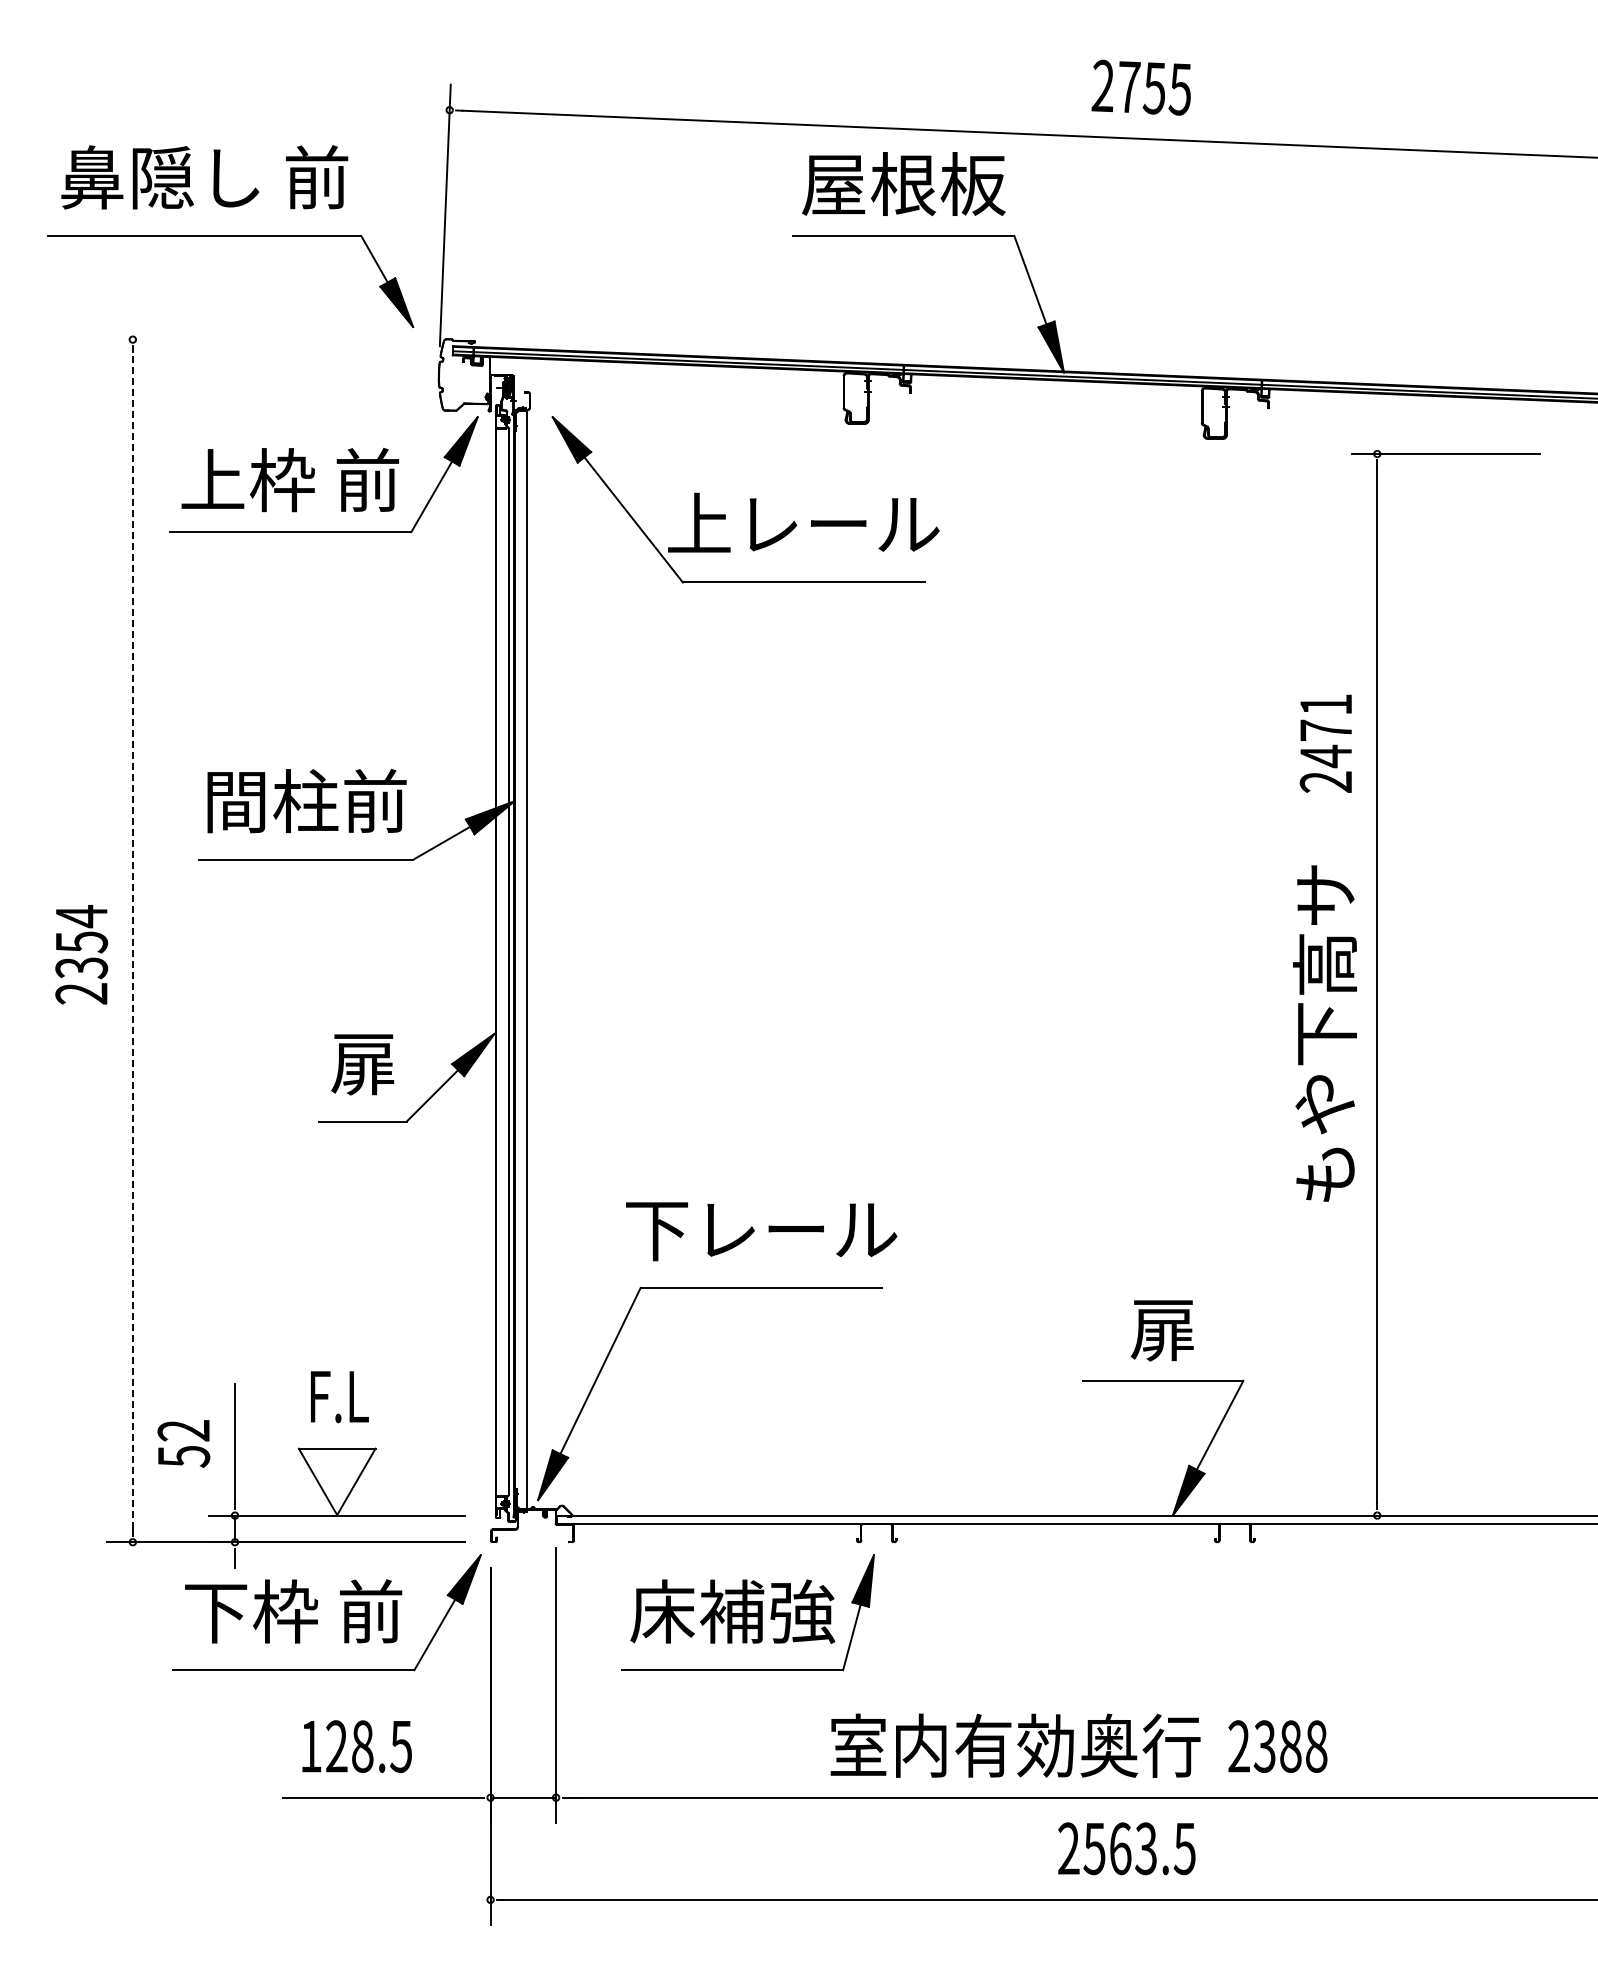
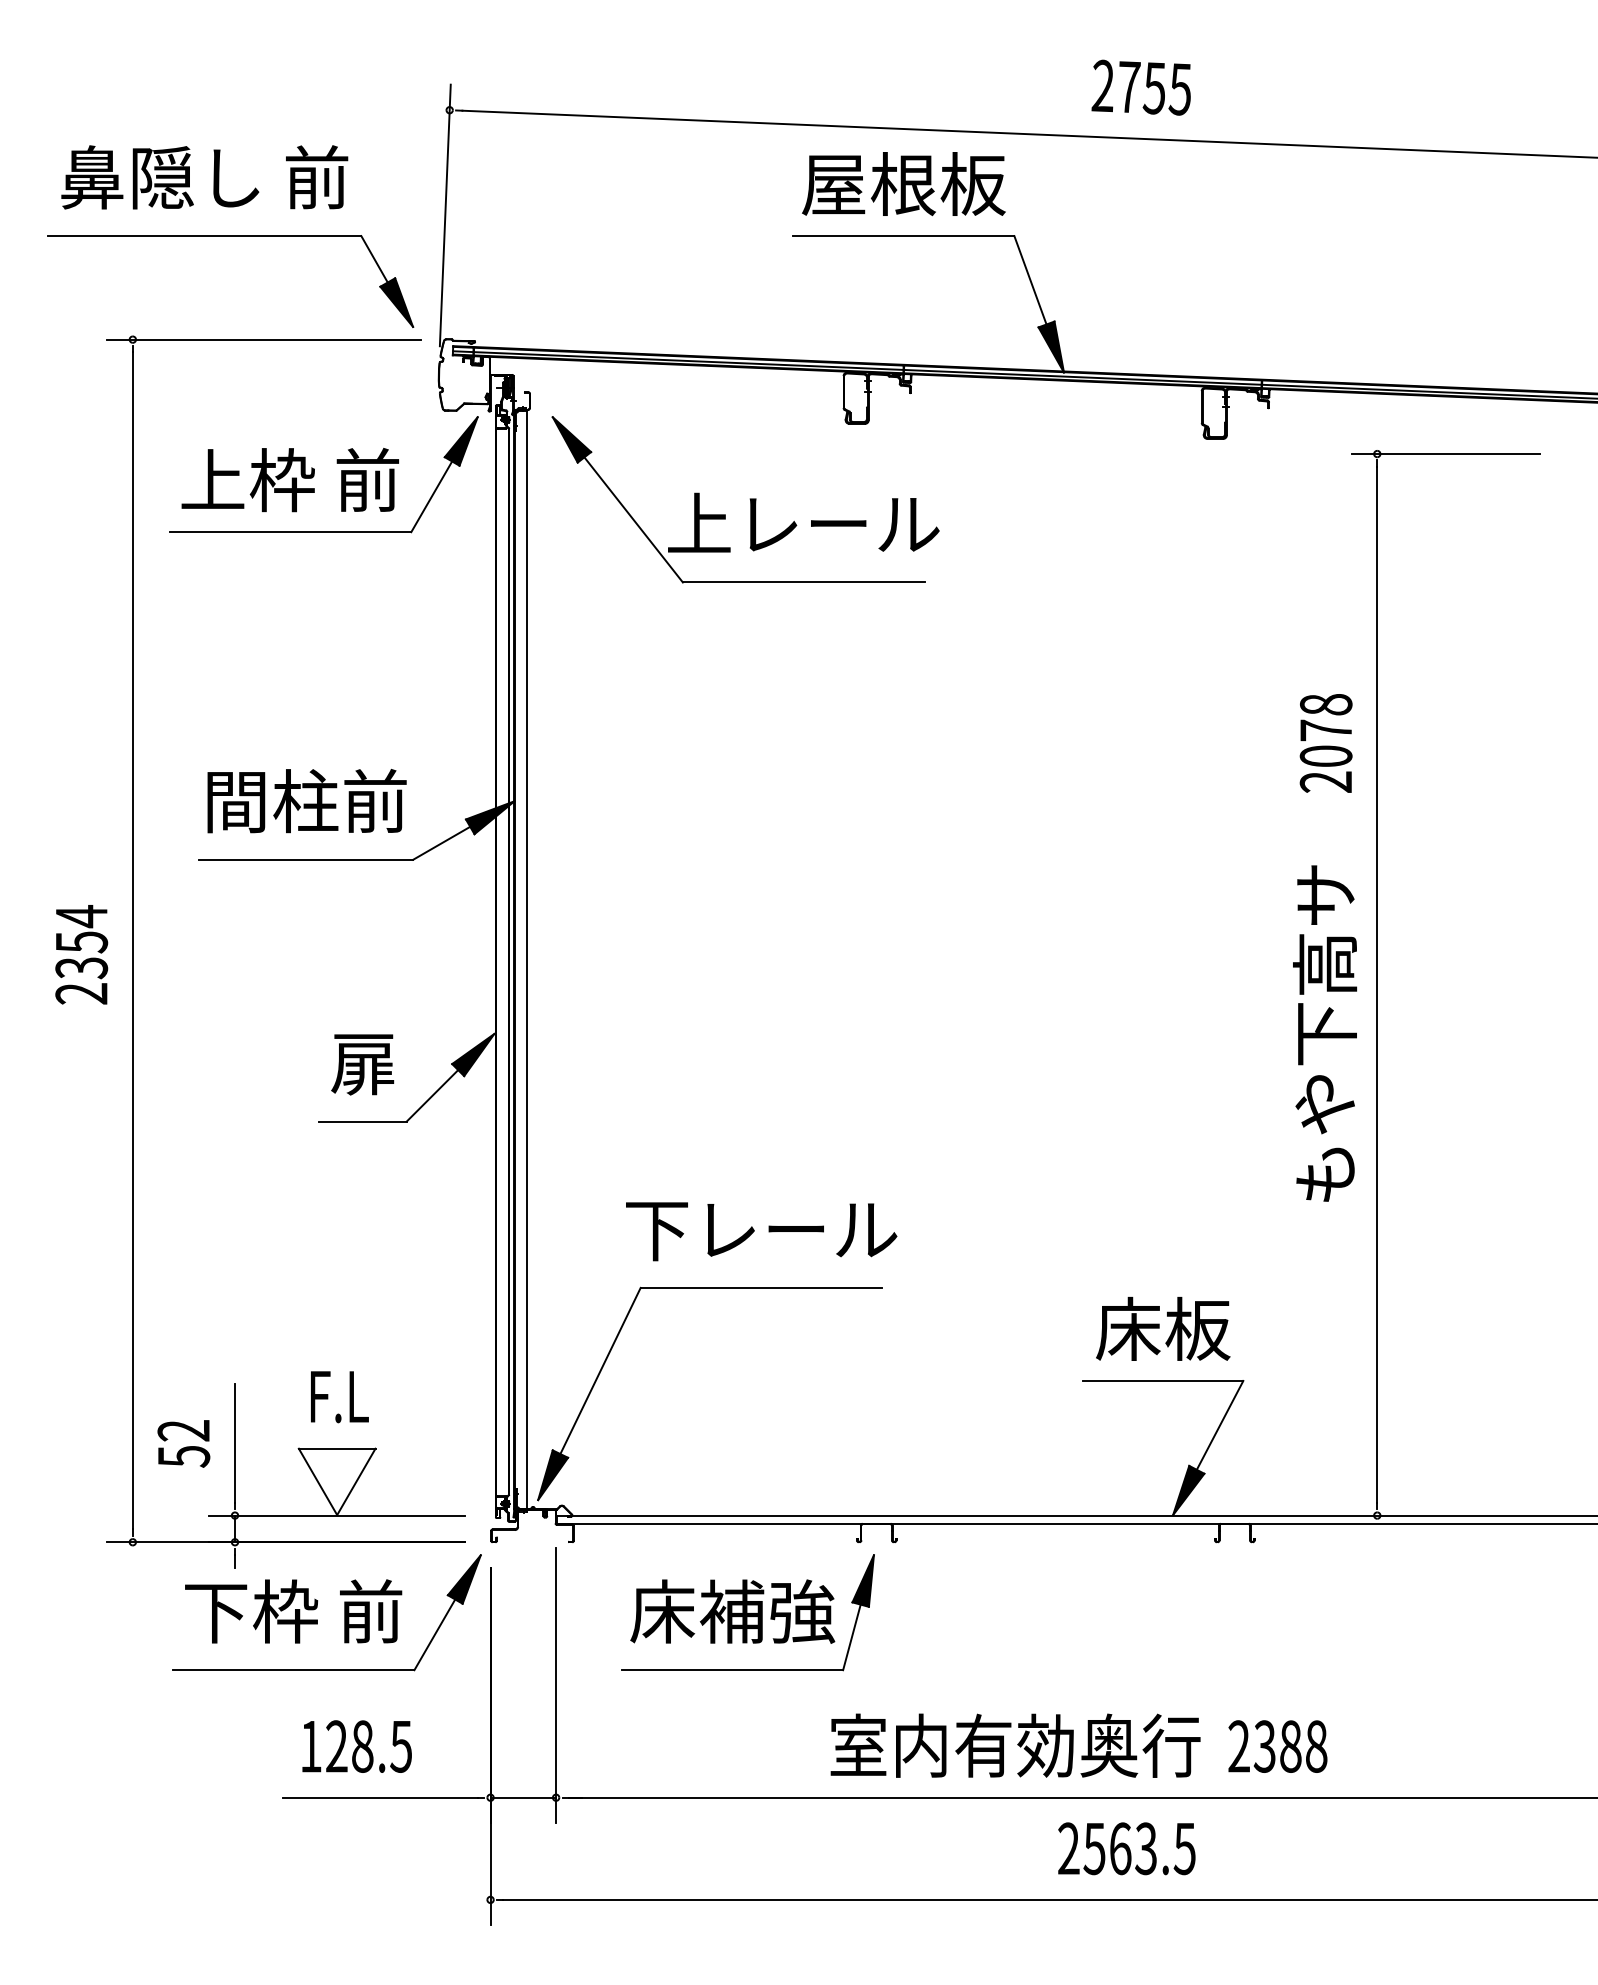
line at (264, 339): none -> present
text at (1325, 731): 2471 -> 2078
line at (132, 940): dashed -> solid
text at (1163, 1328): 扉 -> 床板
